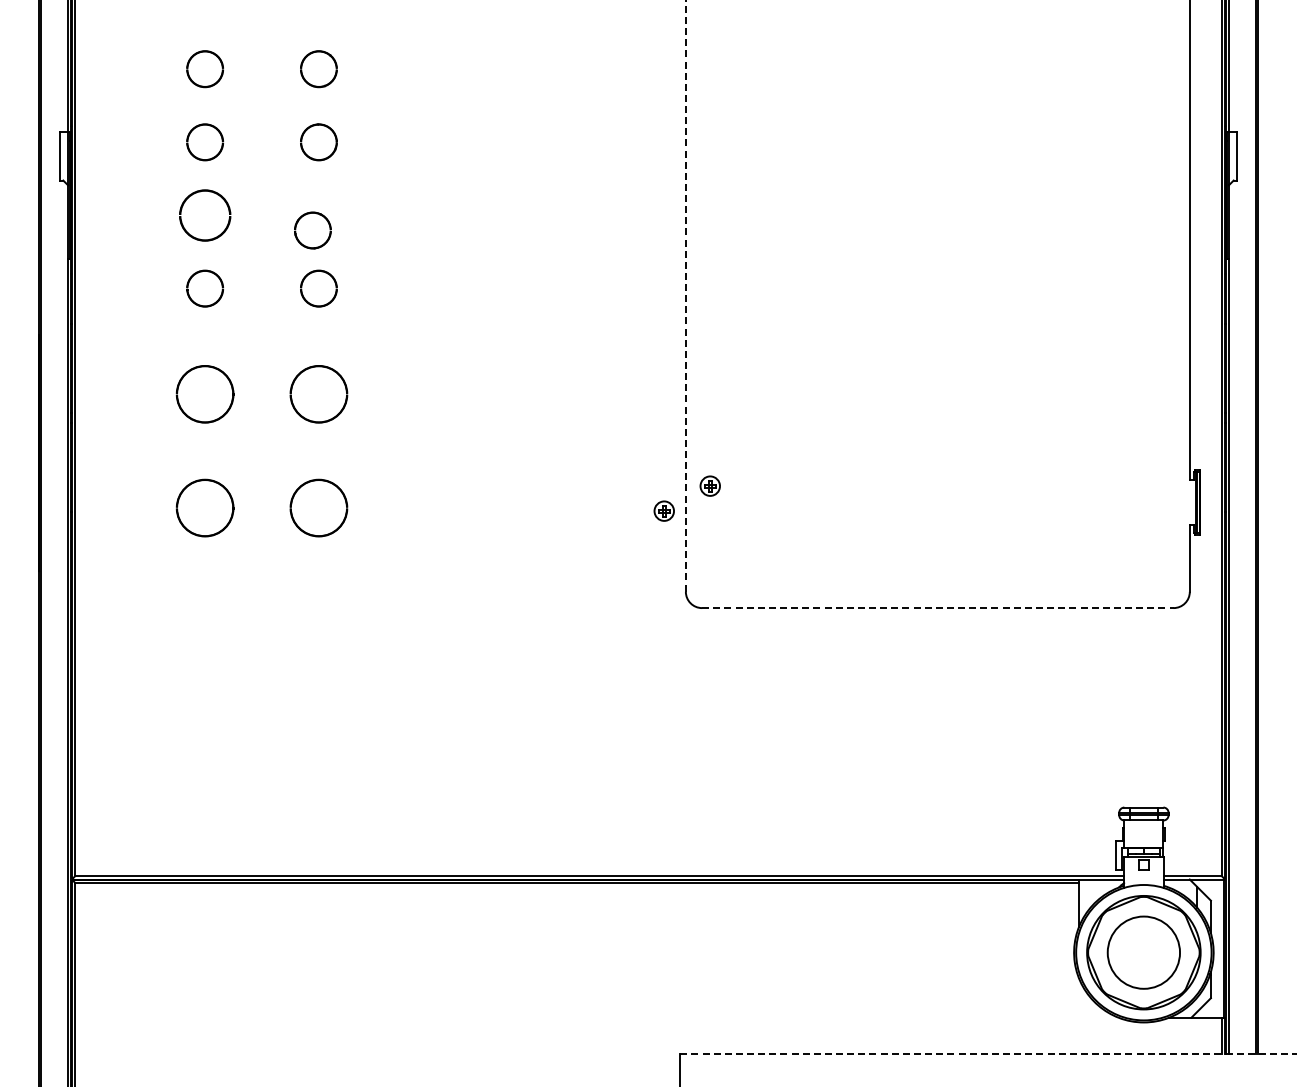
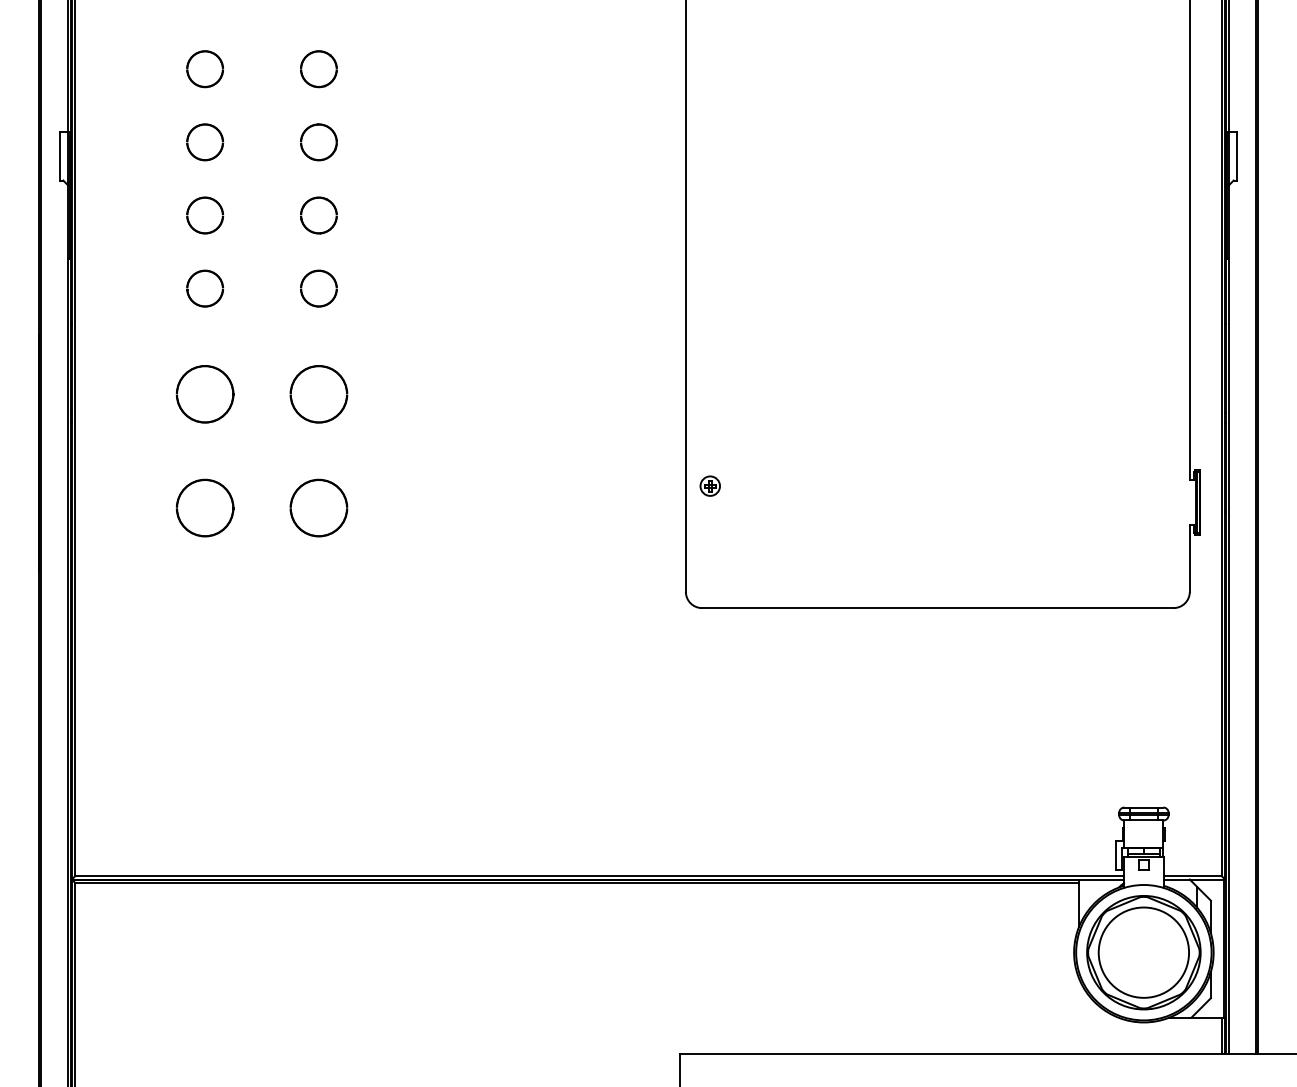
part at (205, 215) size: 53x53 px -> 38x39 px
part at (312, 230) position: (312, 230) -> (318, 215)
line at (685, 296): dashed -> solid
part at (663, 510): present -> none
line at (937, 608): dashed -> solid
circle at (1143, 952) diameter: 72 px -> 90 px
line at (987, 1054): dashed -> solid
